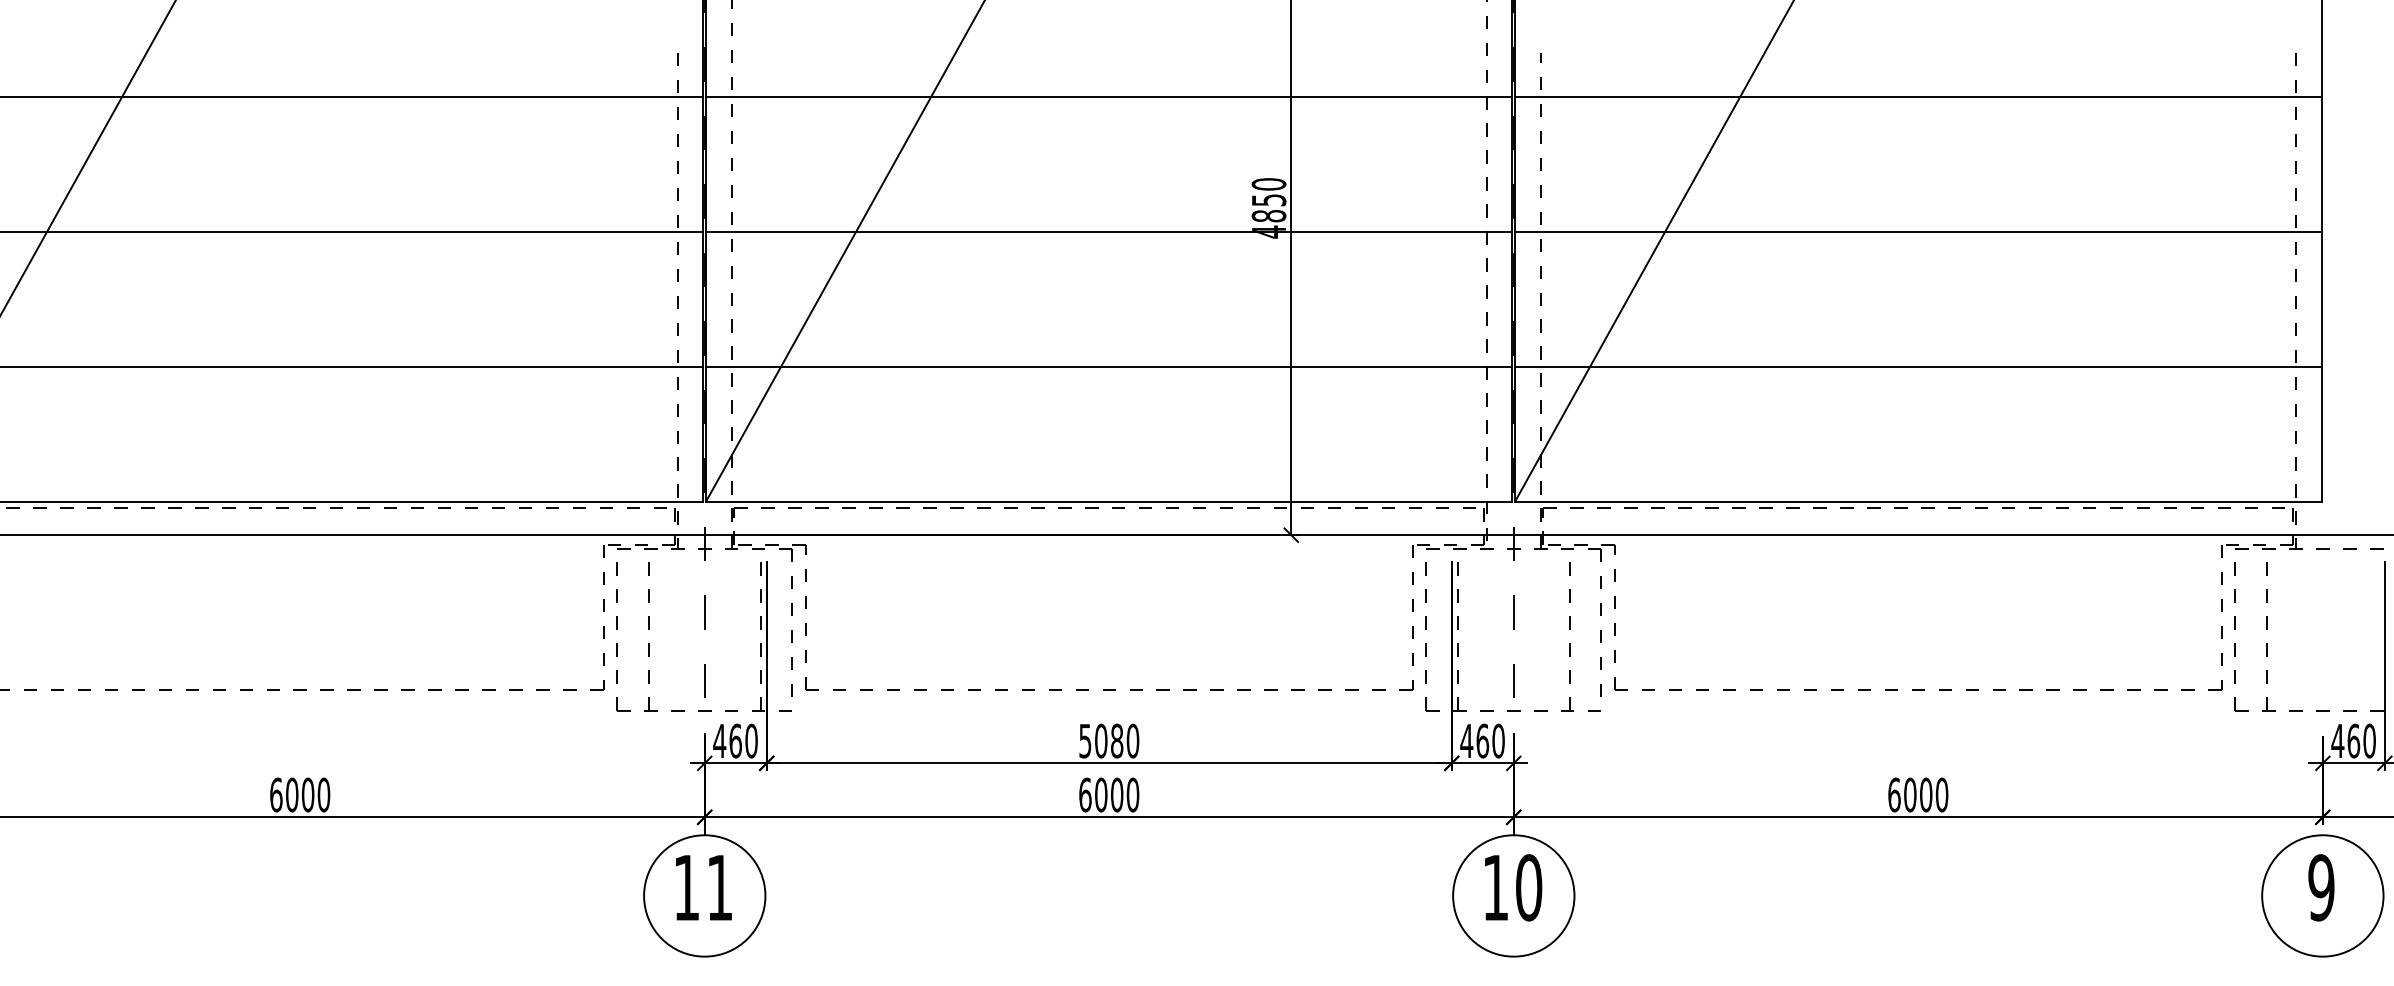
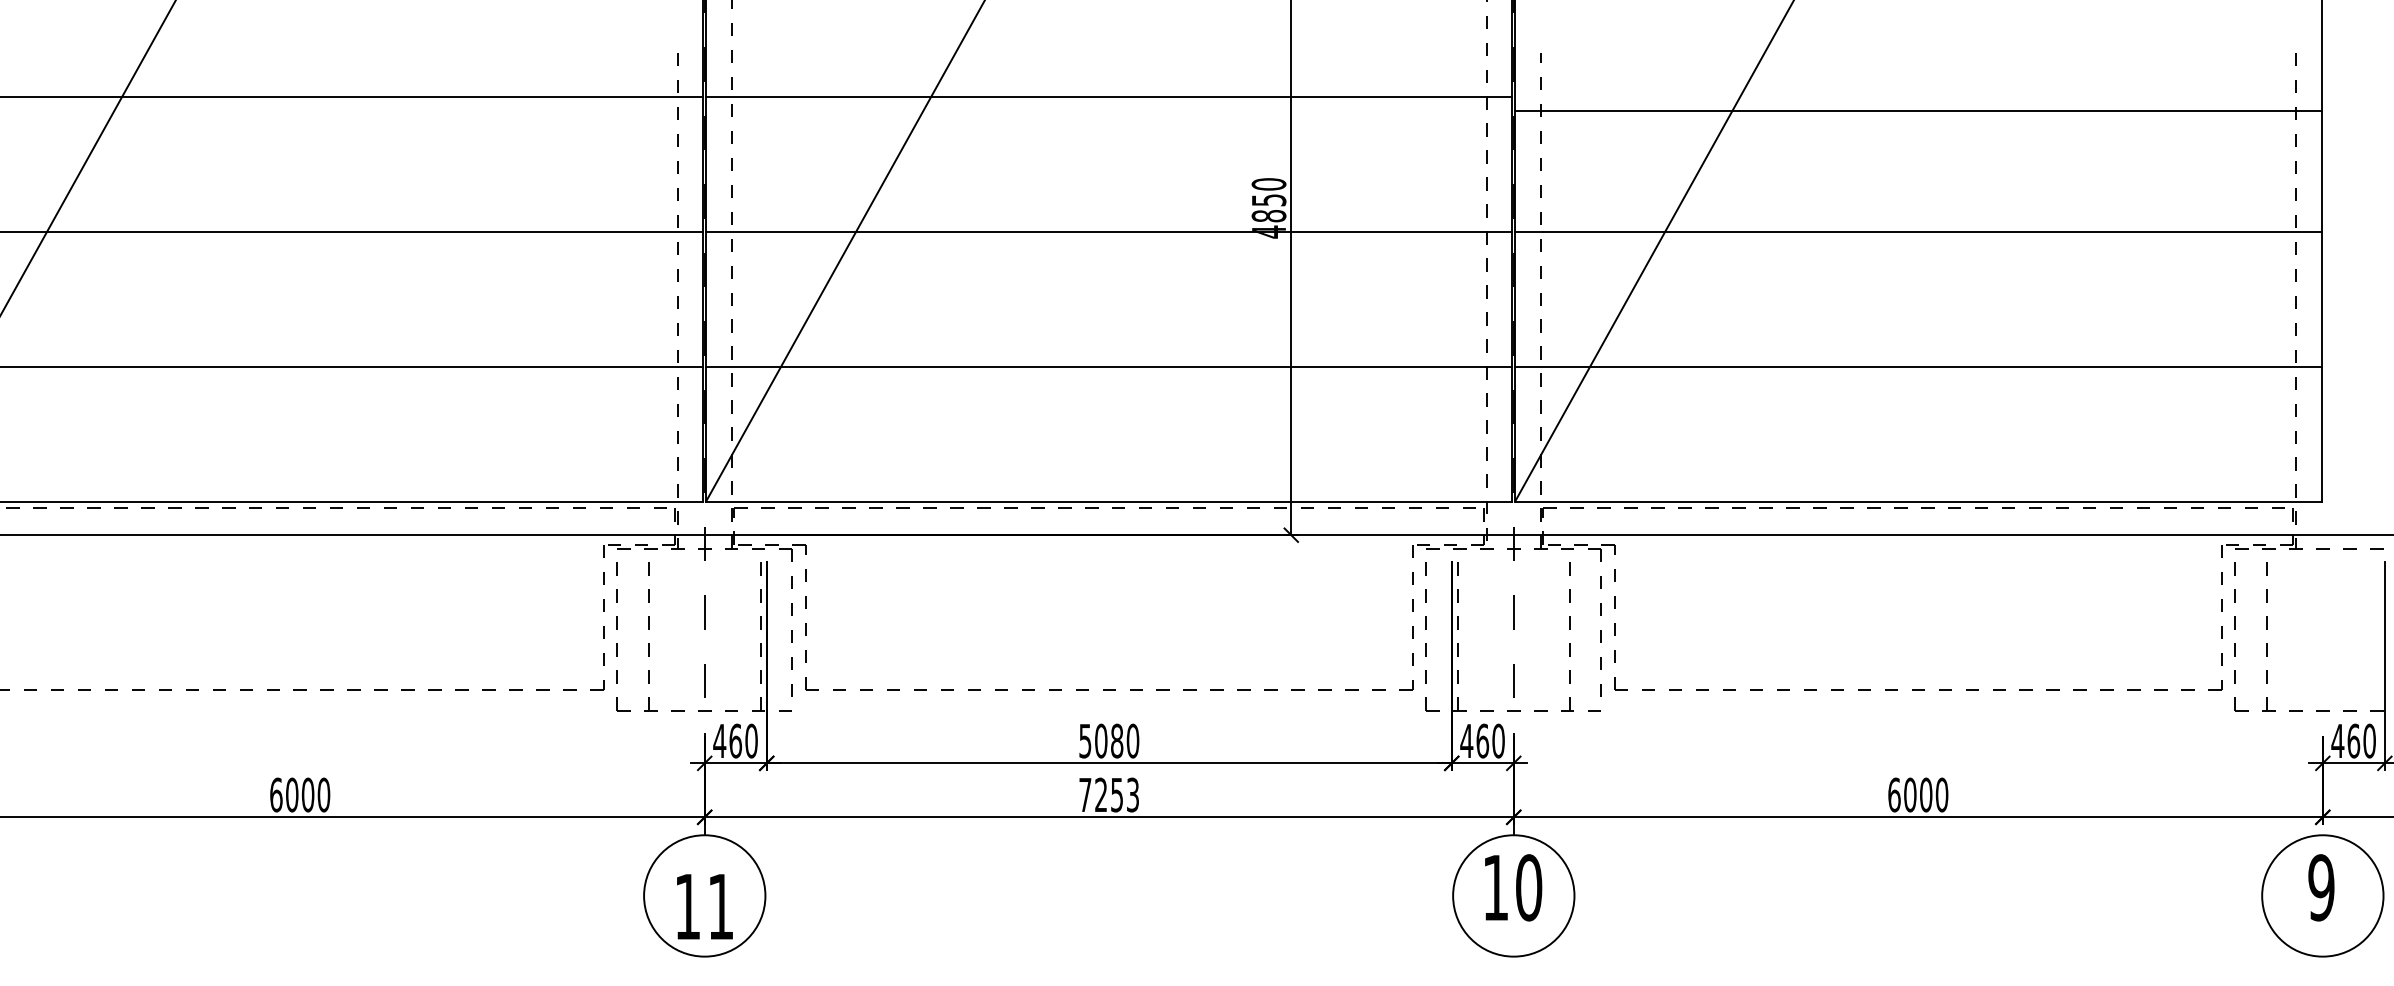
line at (1918, 97) position: (1918, 97) -> (1918, 111)
text at (1109, 794): 6000 -> 7253
text at (703, 887) position: (703, 887) -> (704, 906)
